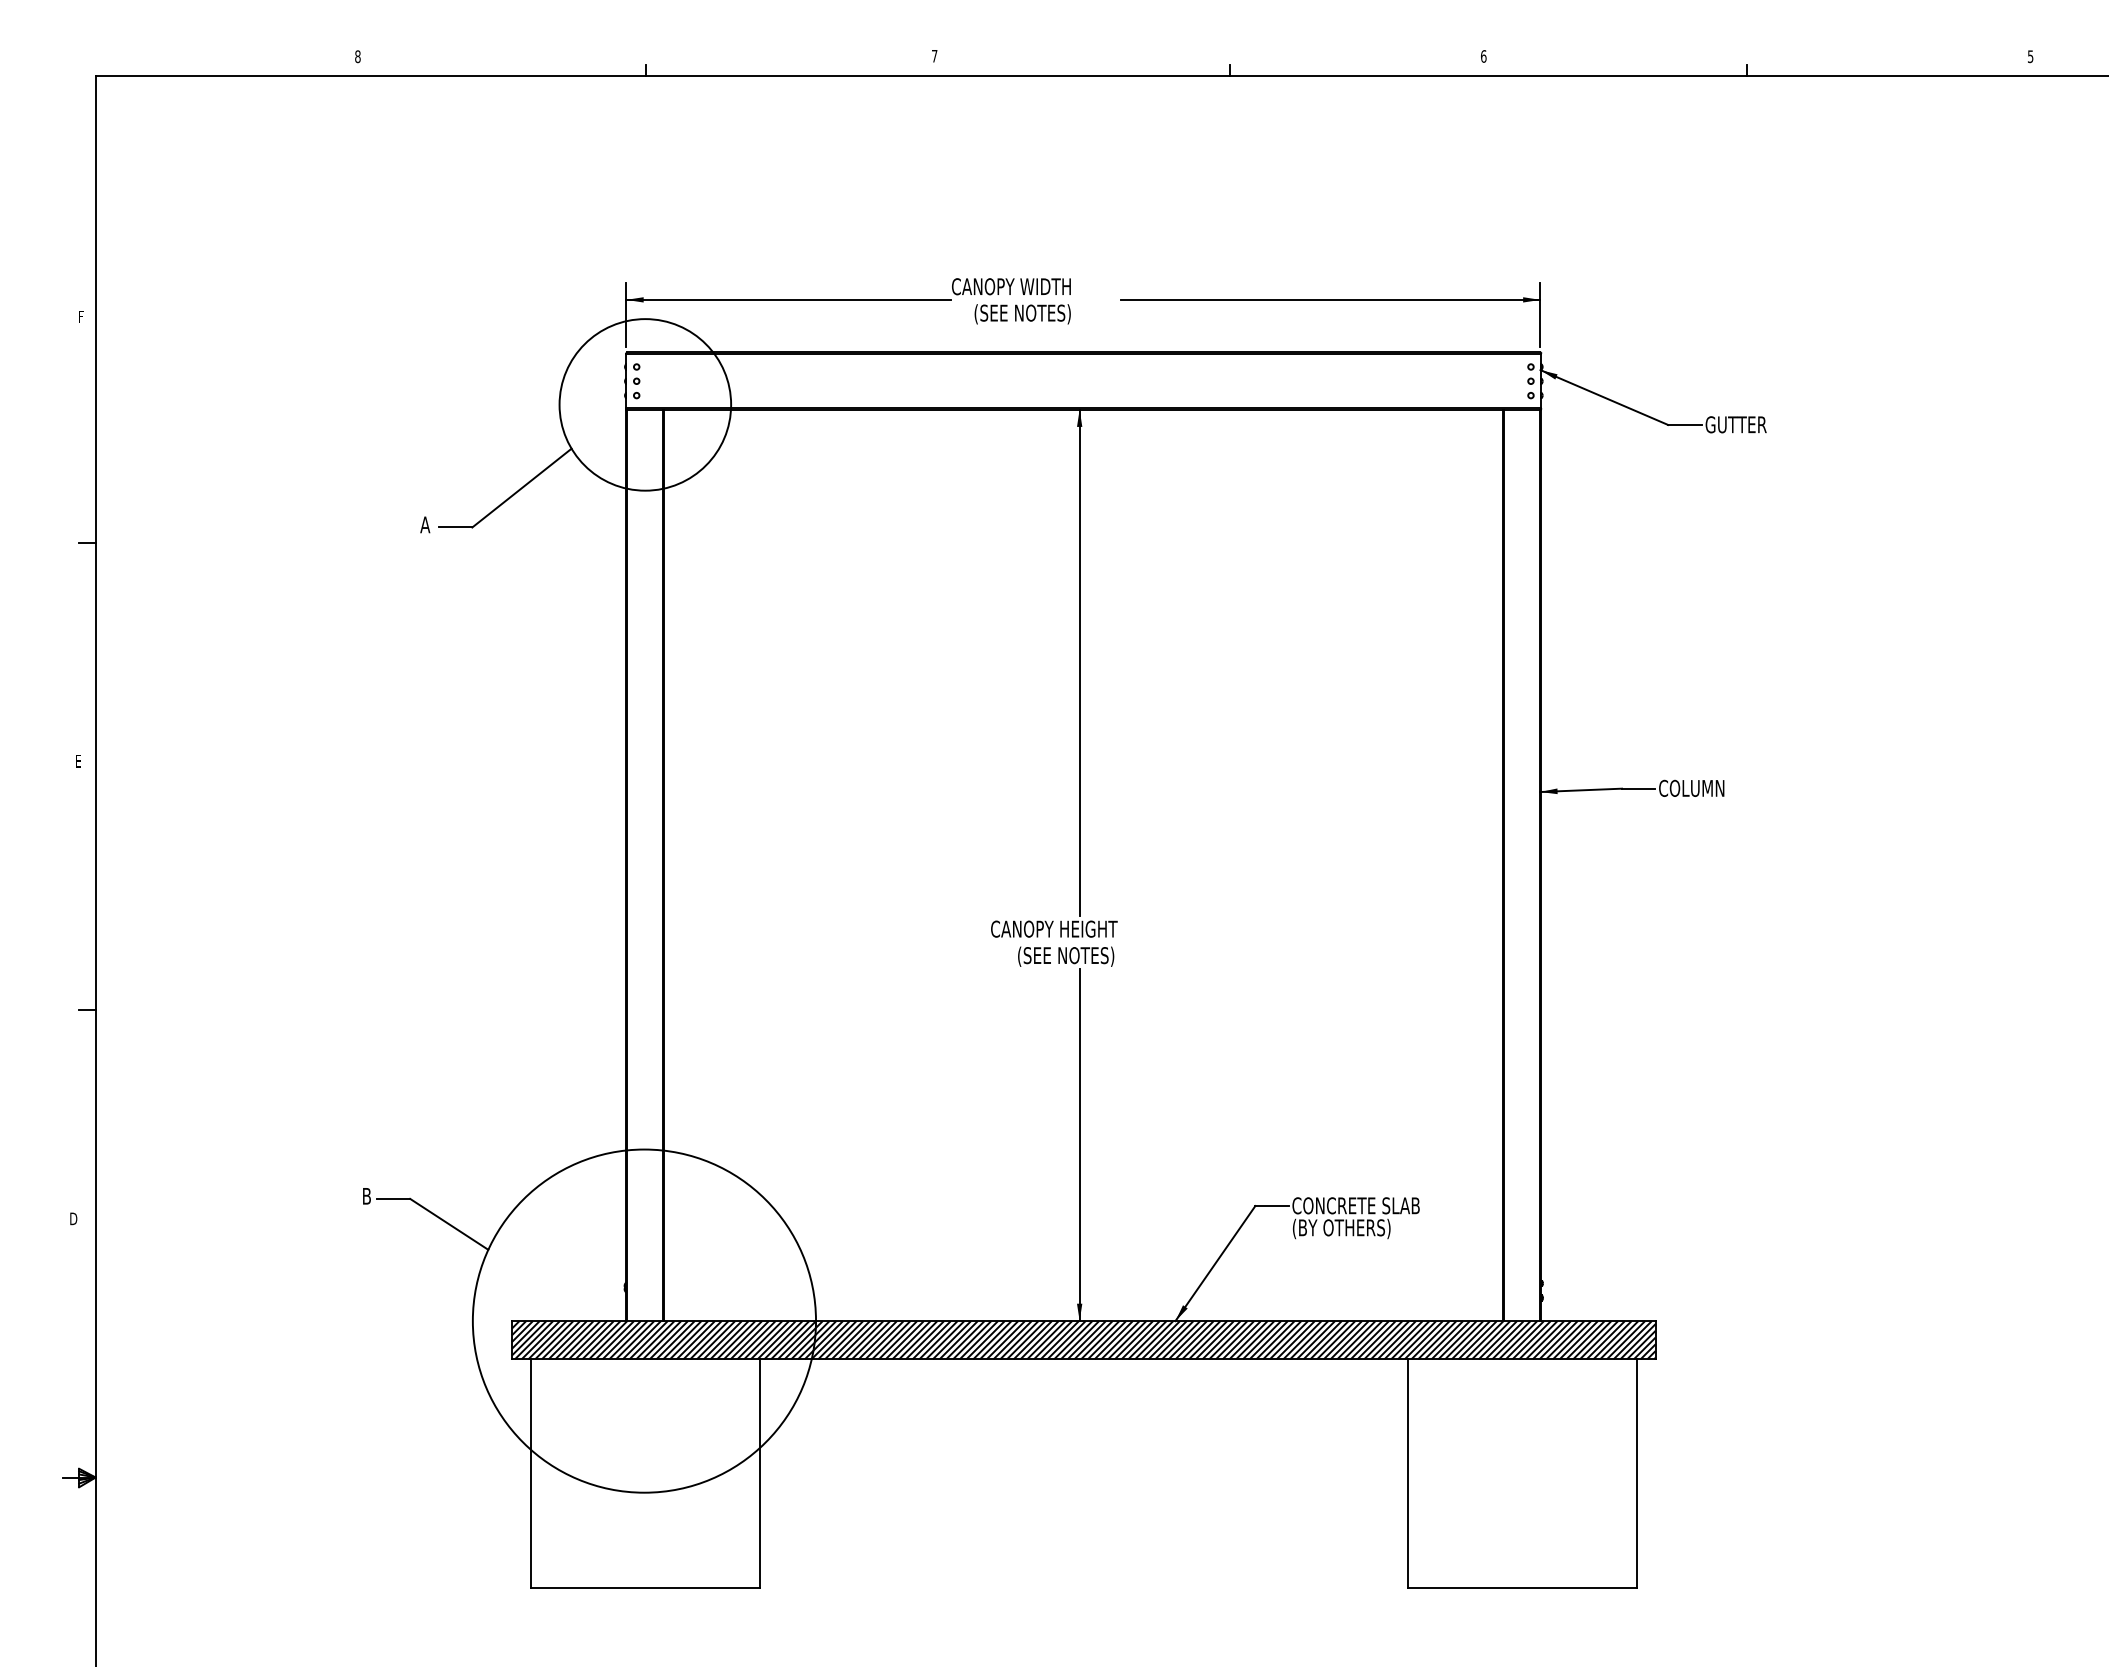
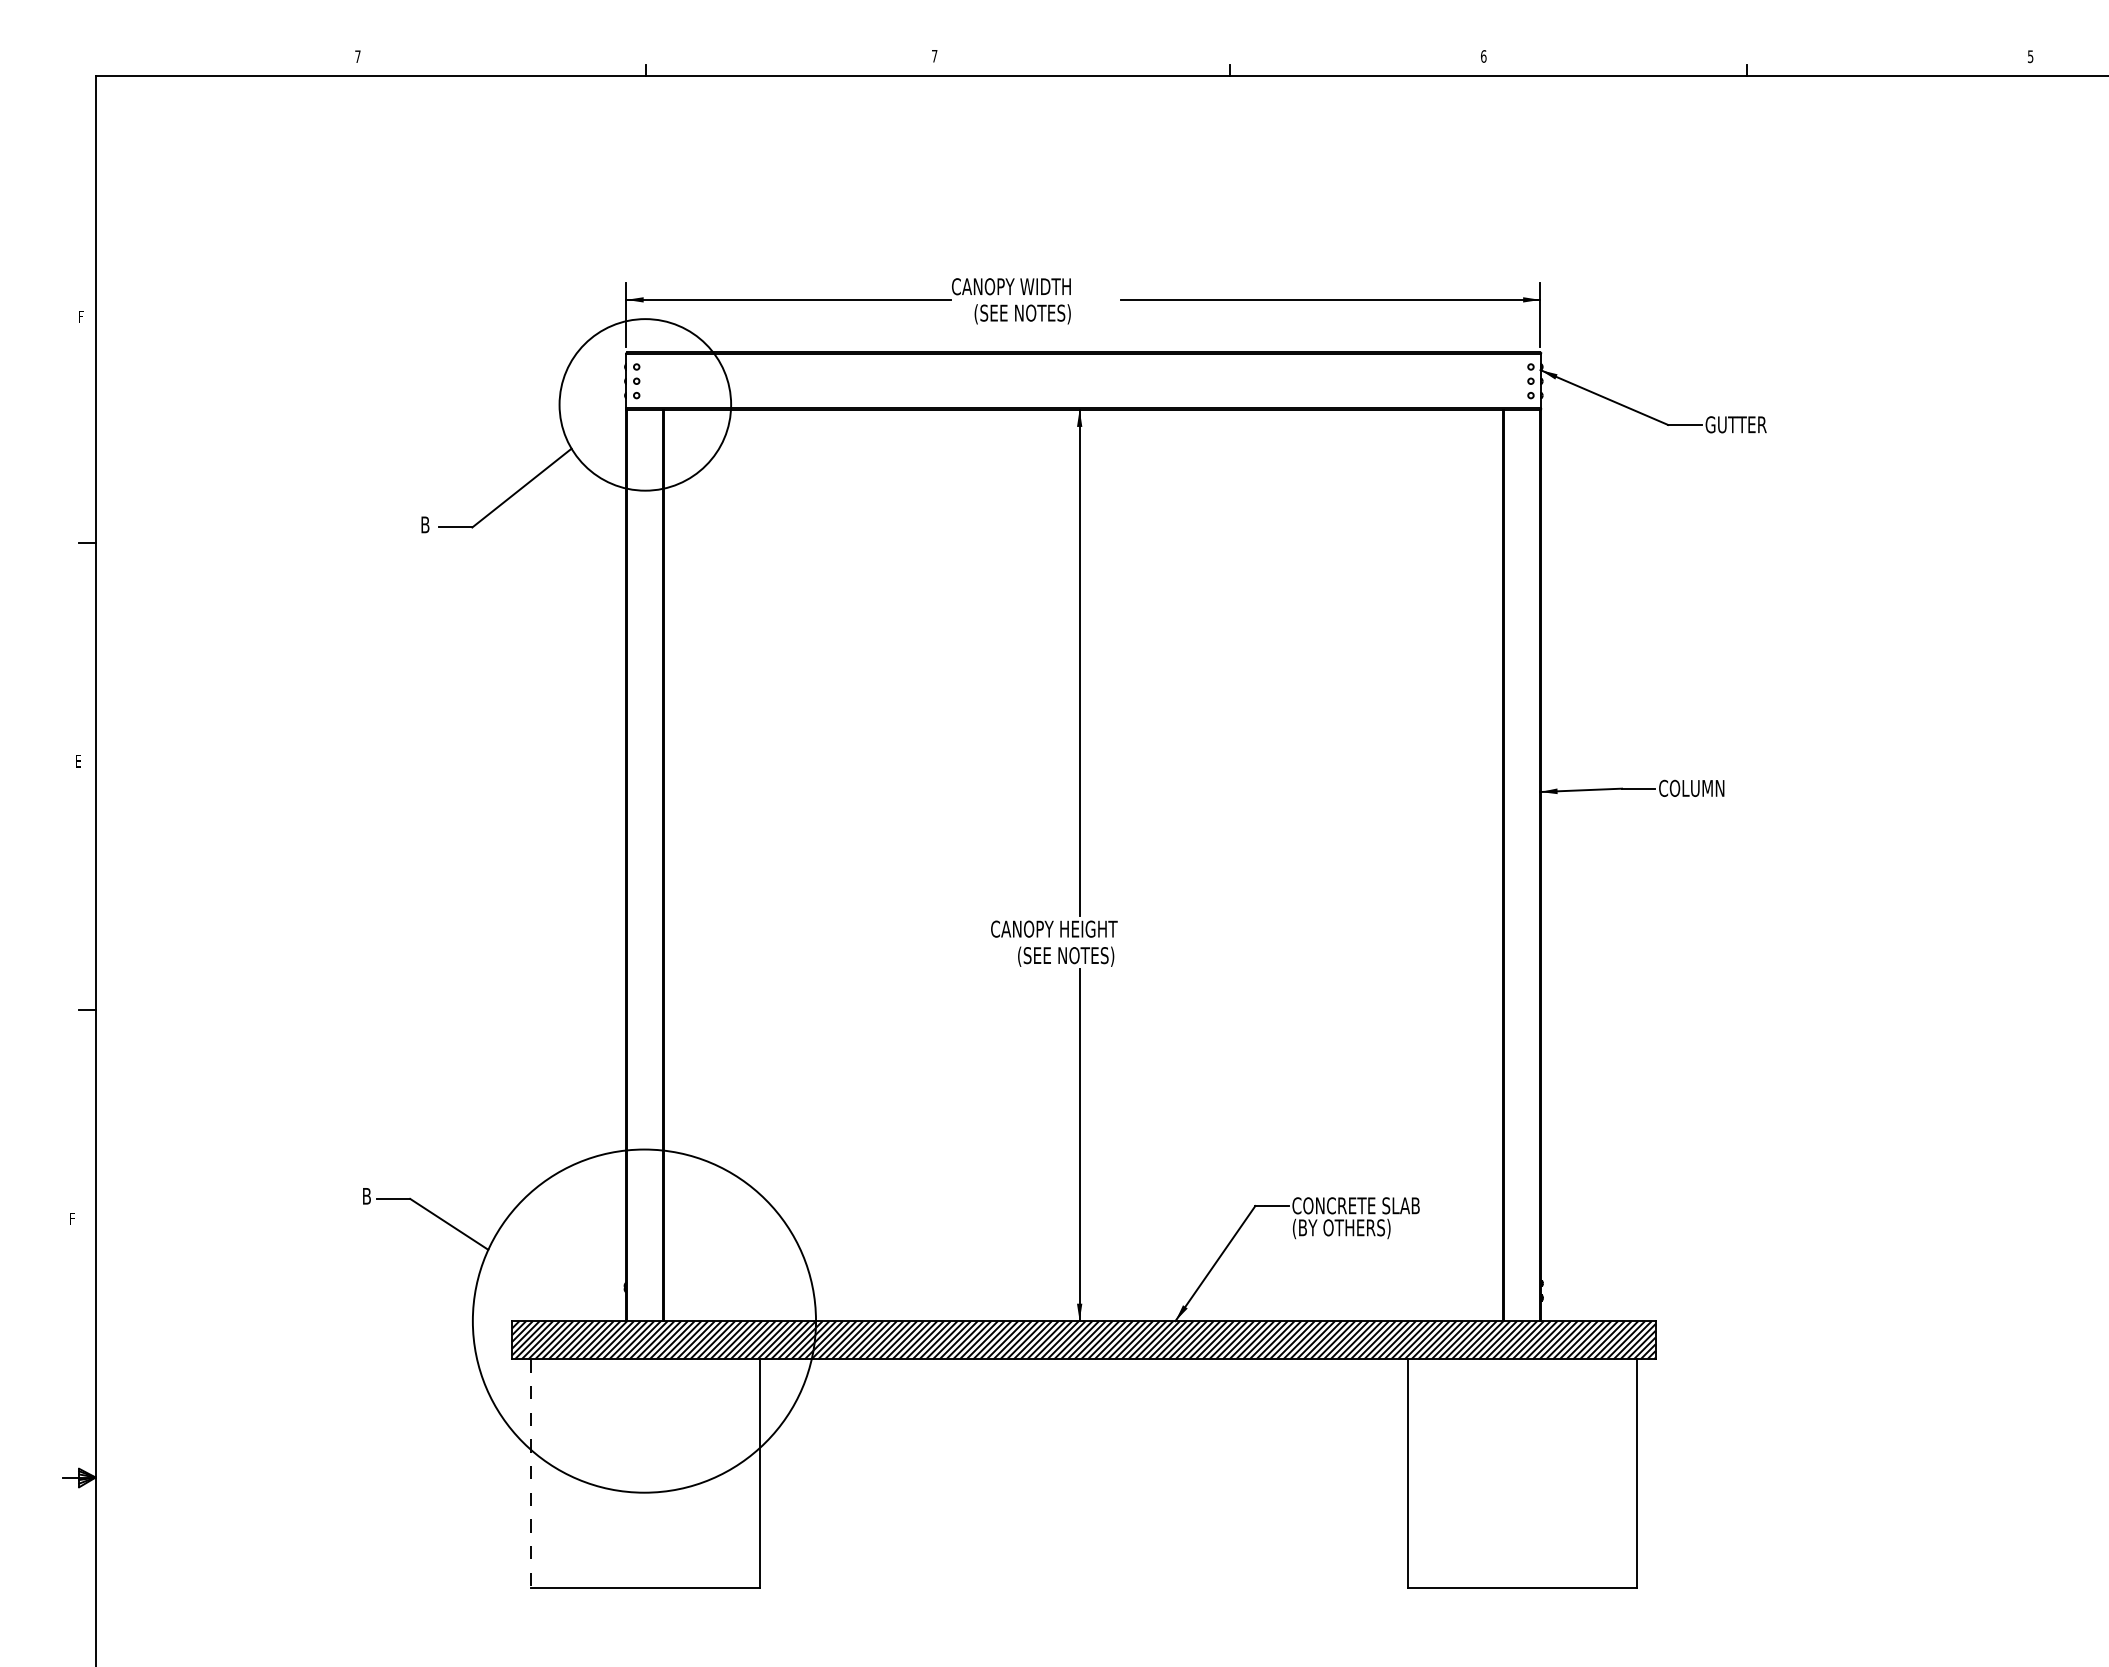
text at (357, 56): 8 -> 7
text at (425, 524): A -> B
text at (73, 1218): D -> F
line at (530, 1474): solid -> dashed
